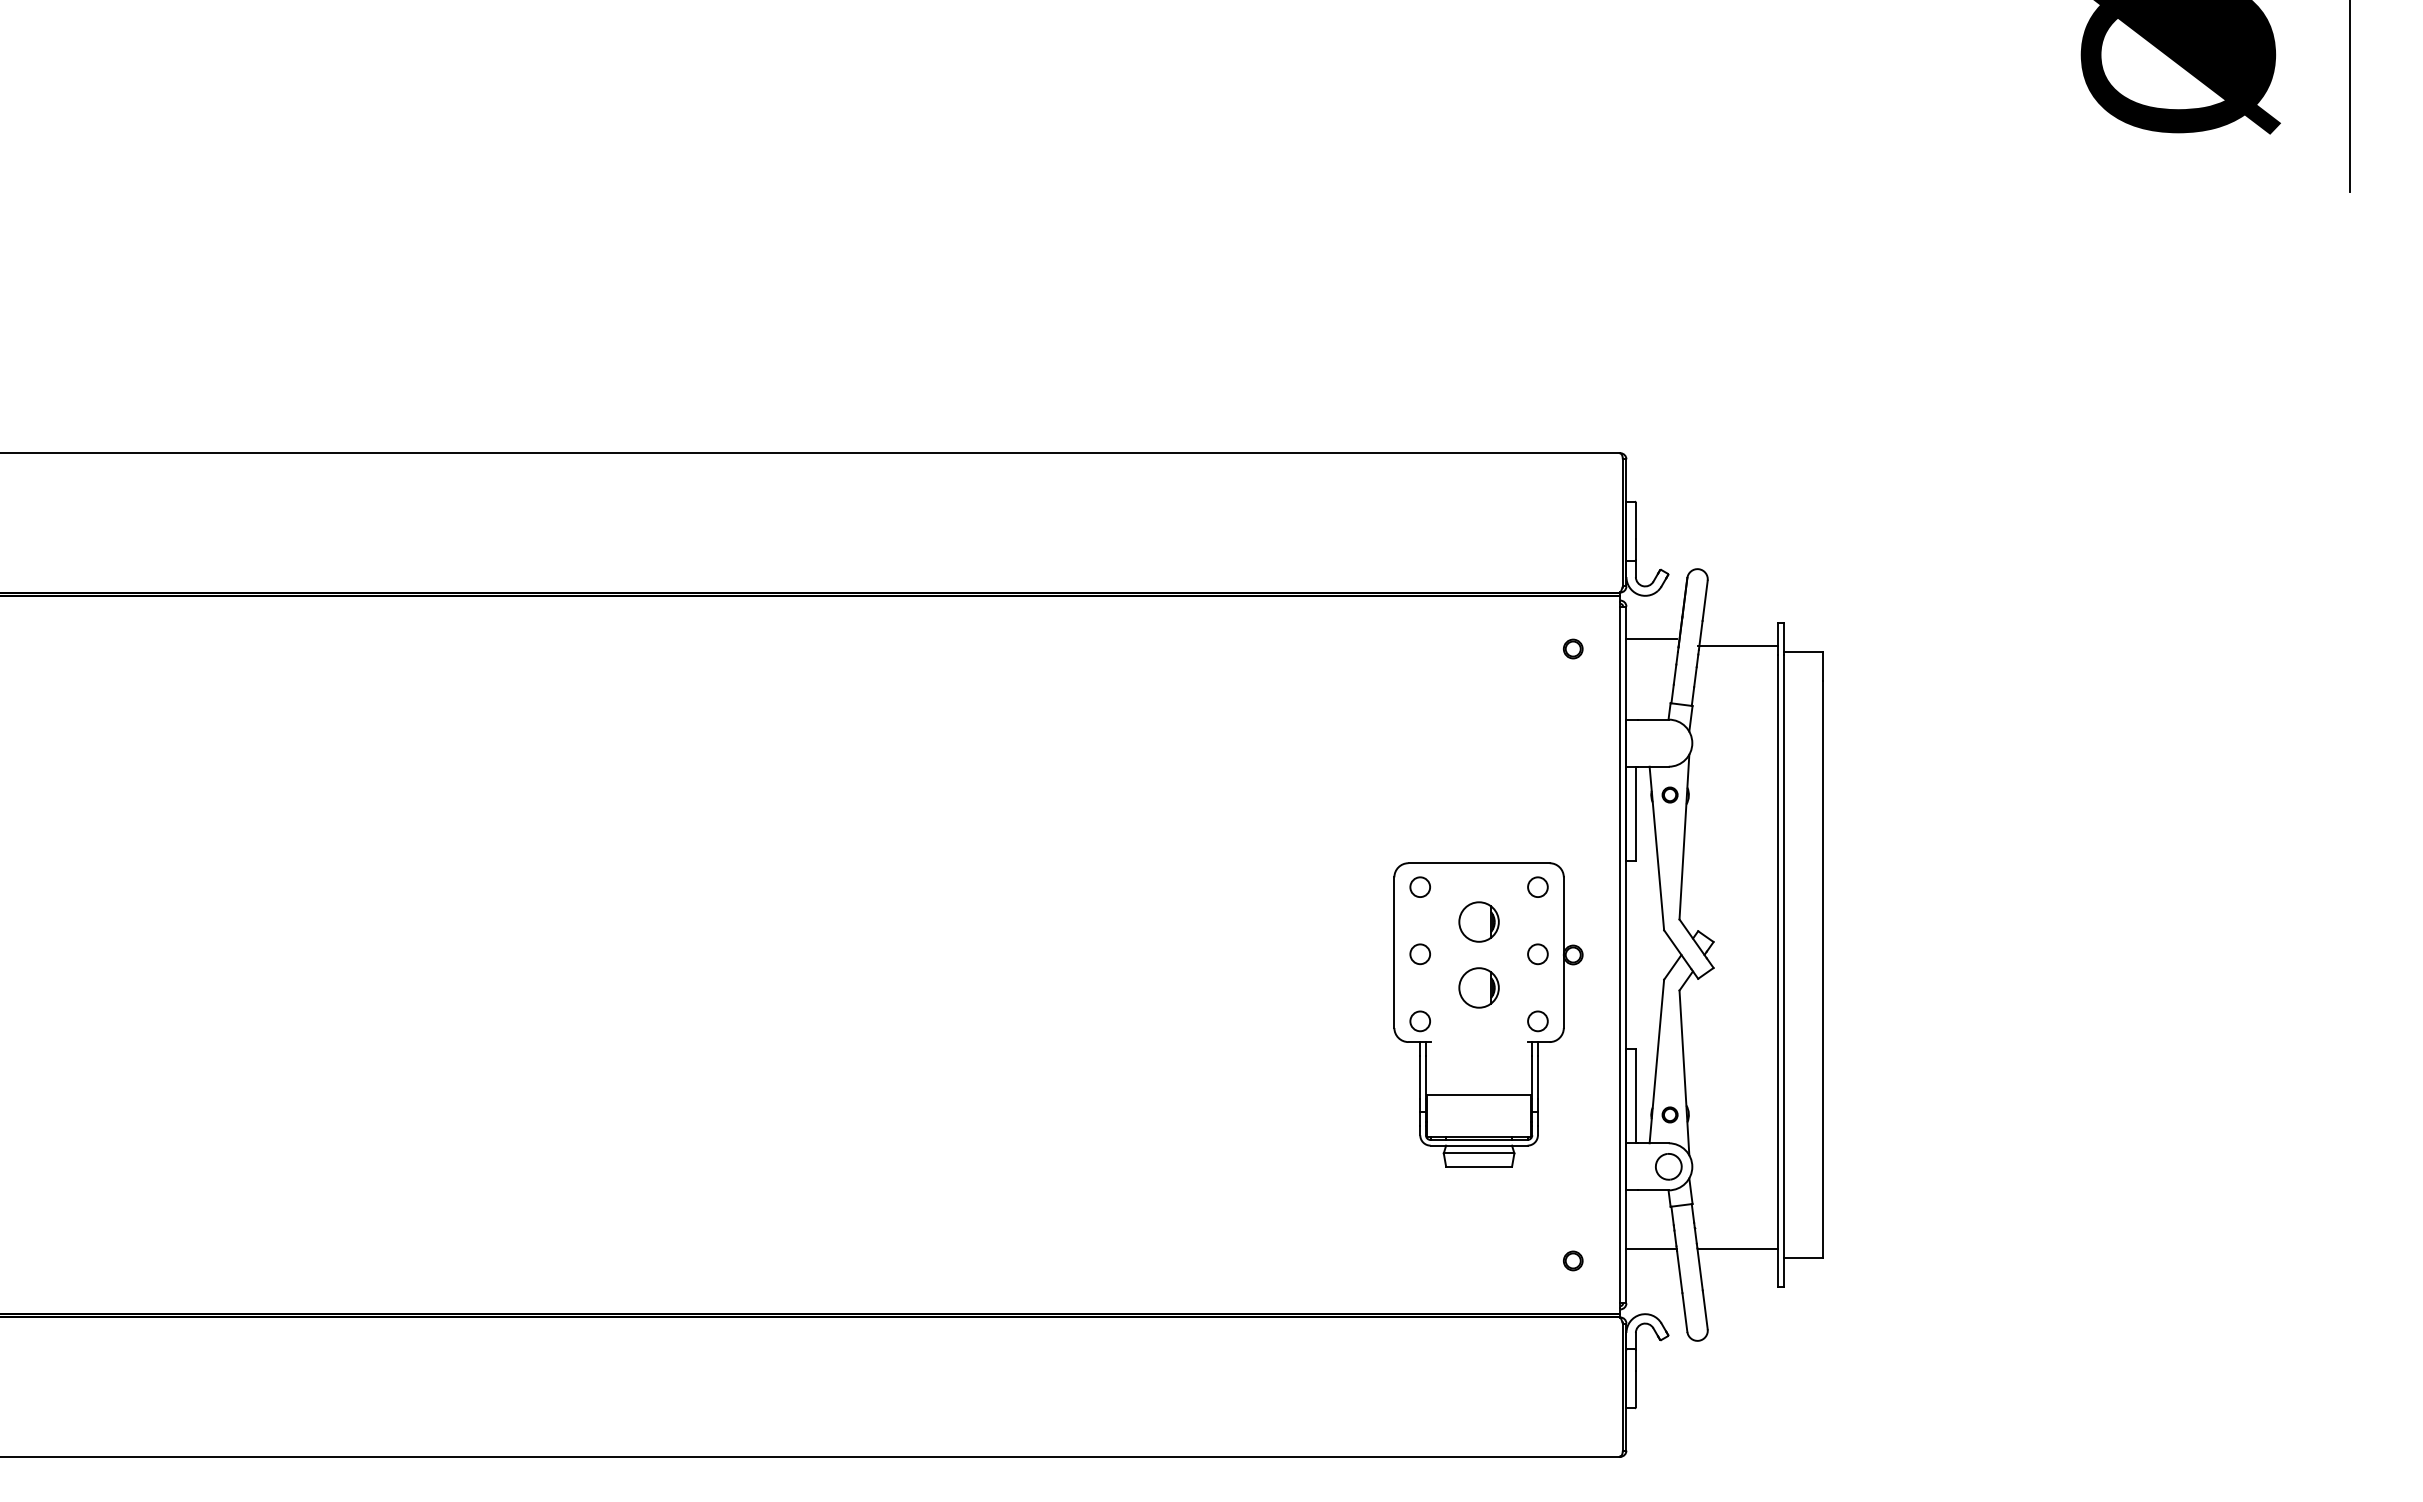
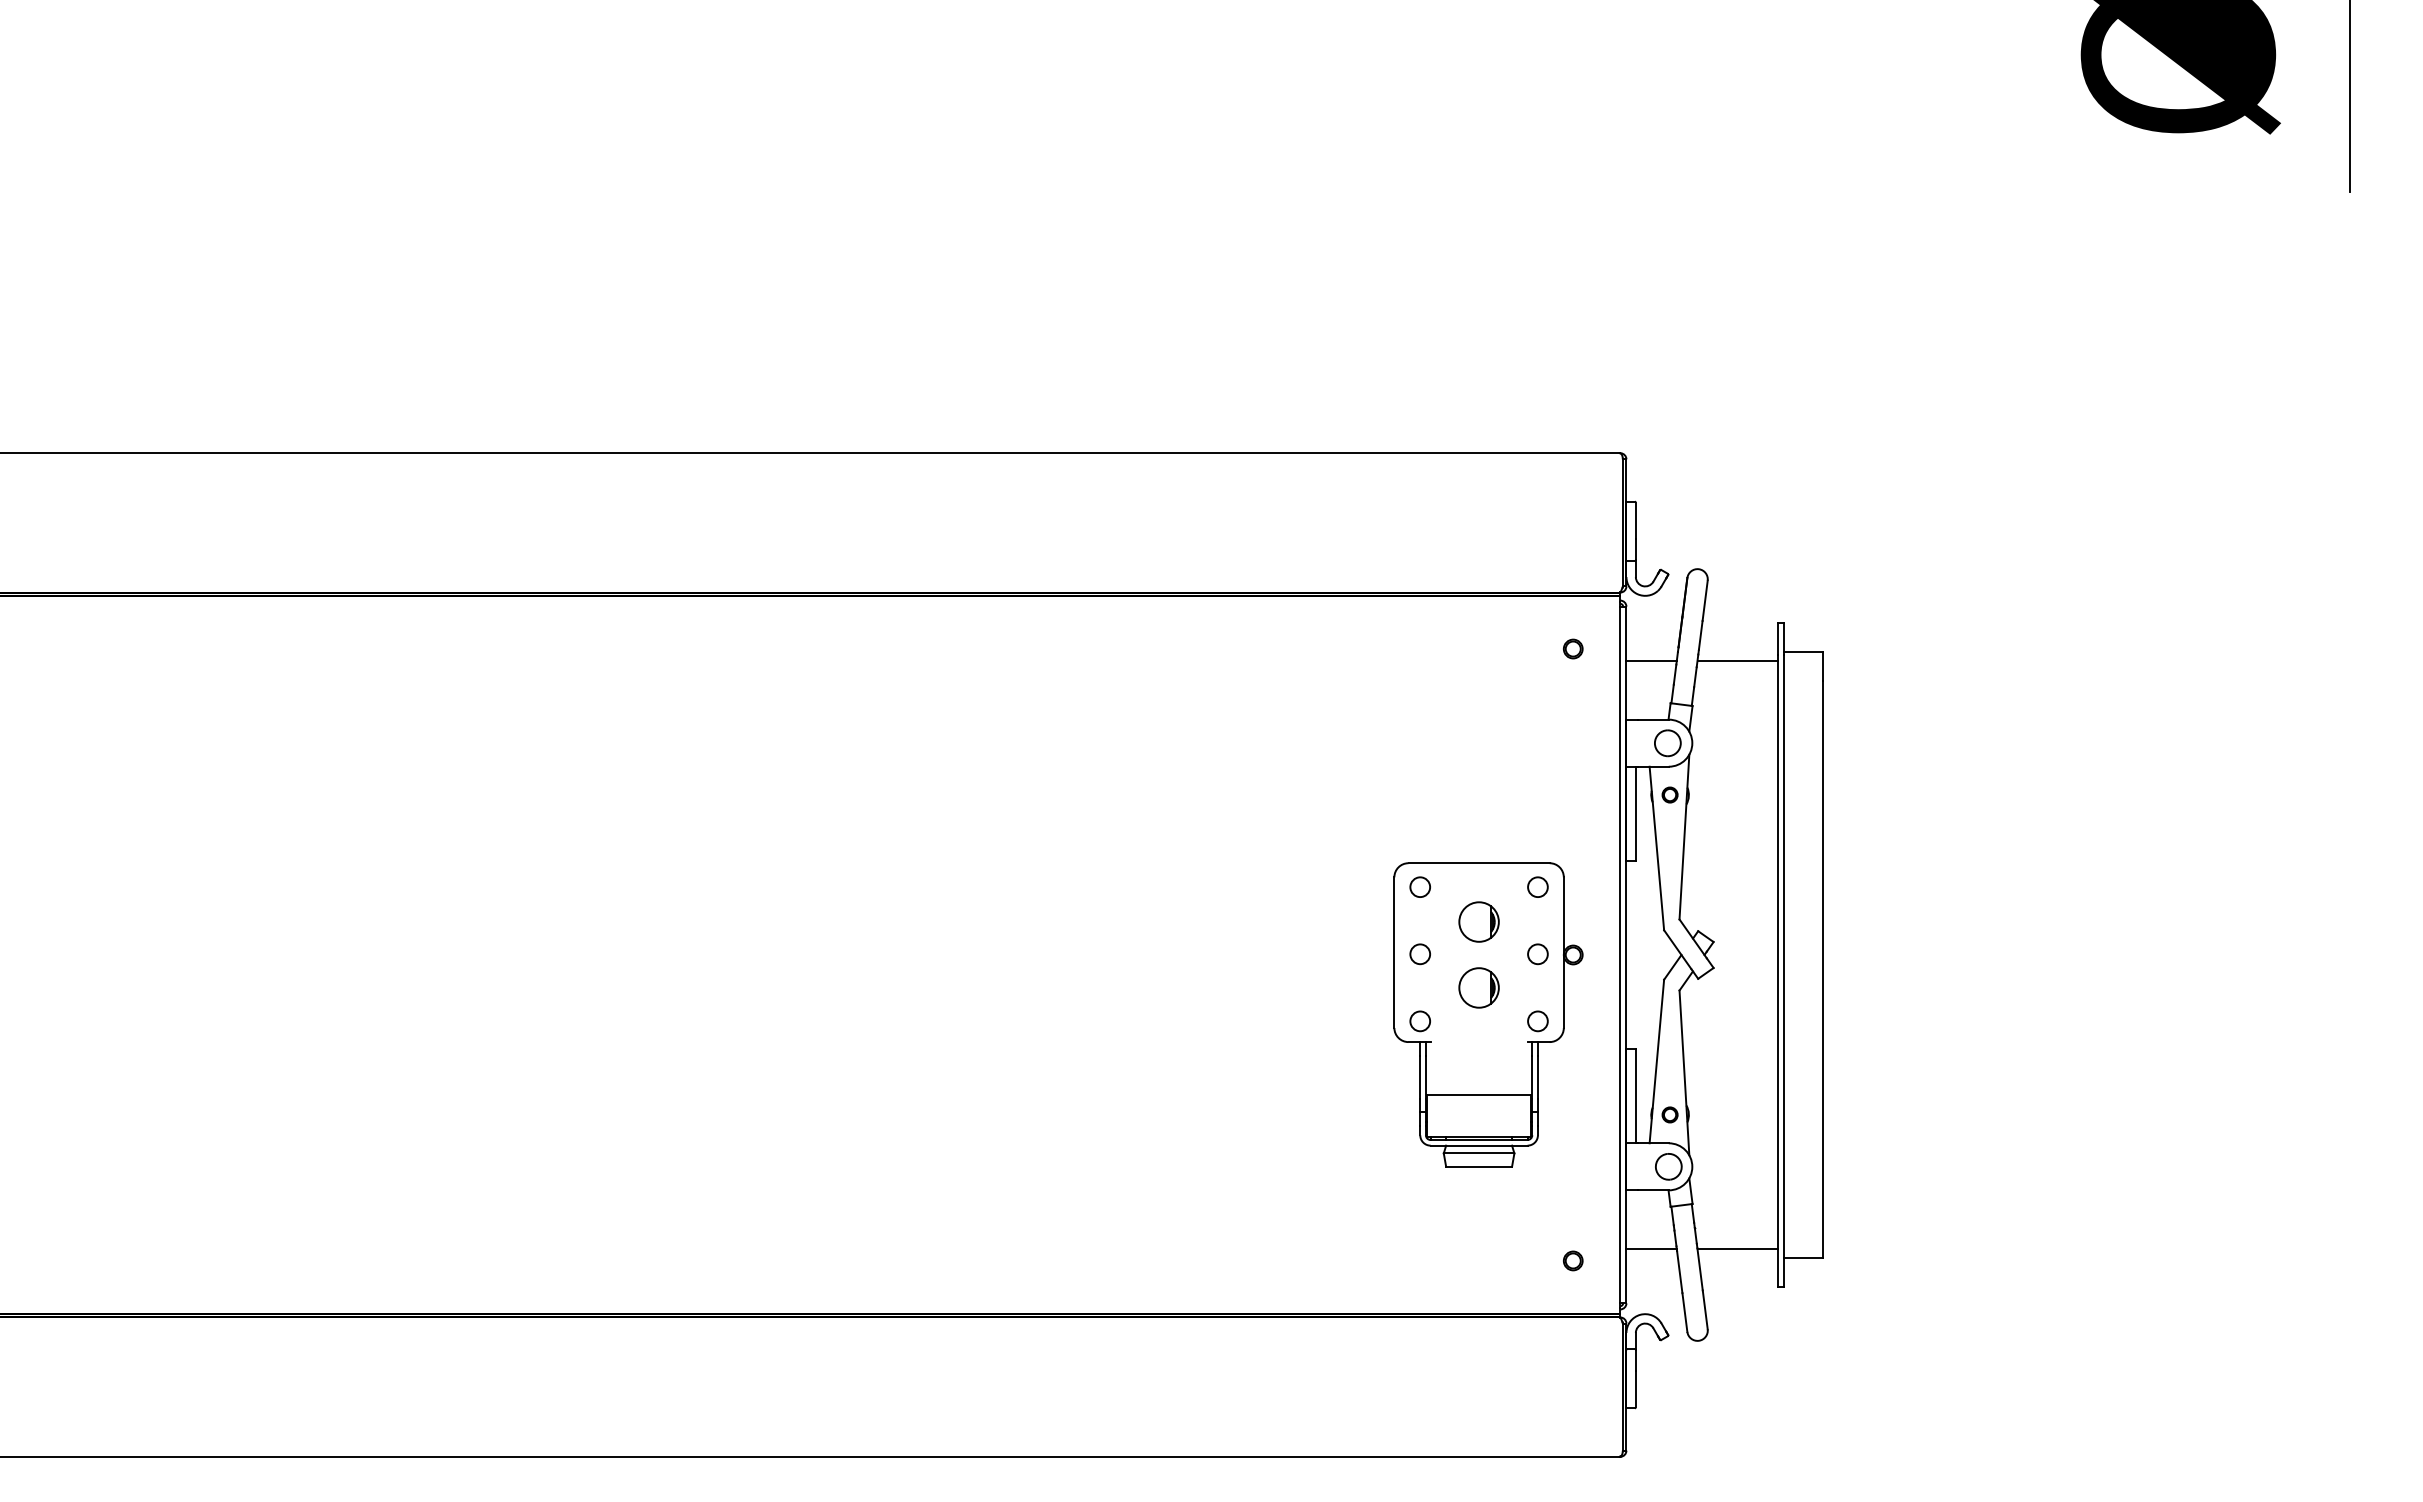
line at (1651, 638) position: (1651, 638) -> (1651, 660)
line at (1737, 645) position: (1737, 645) -> (1737, 660)
part at (1667, 743): none -> present
